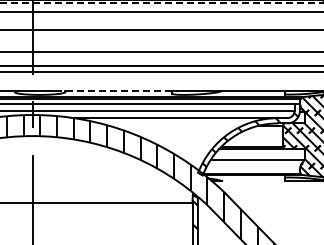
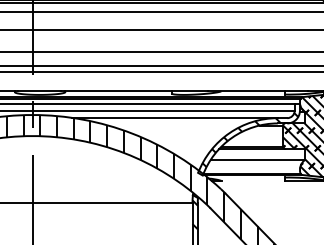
line at (162, 2): dashed -> solid
line at (116, 91): dashed -> solid
